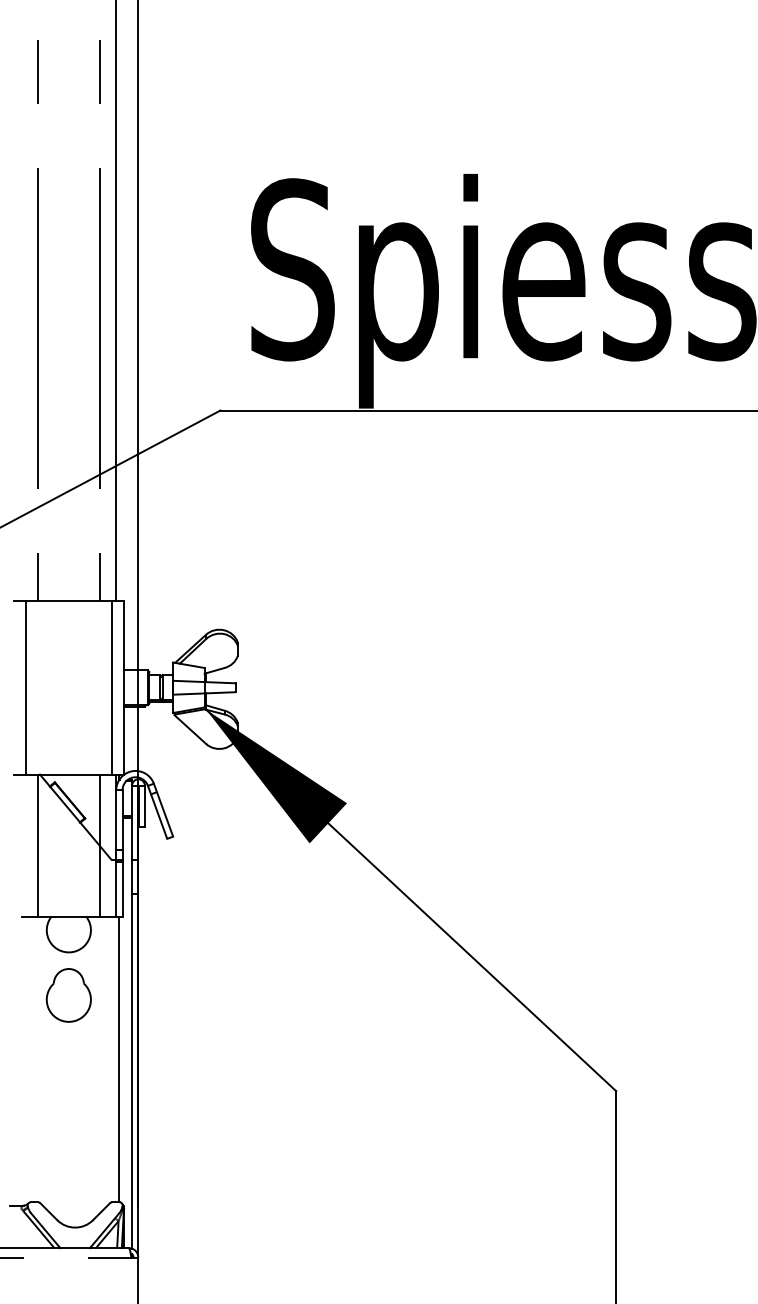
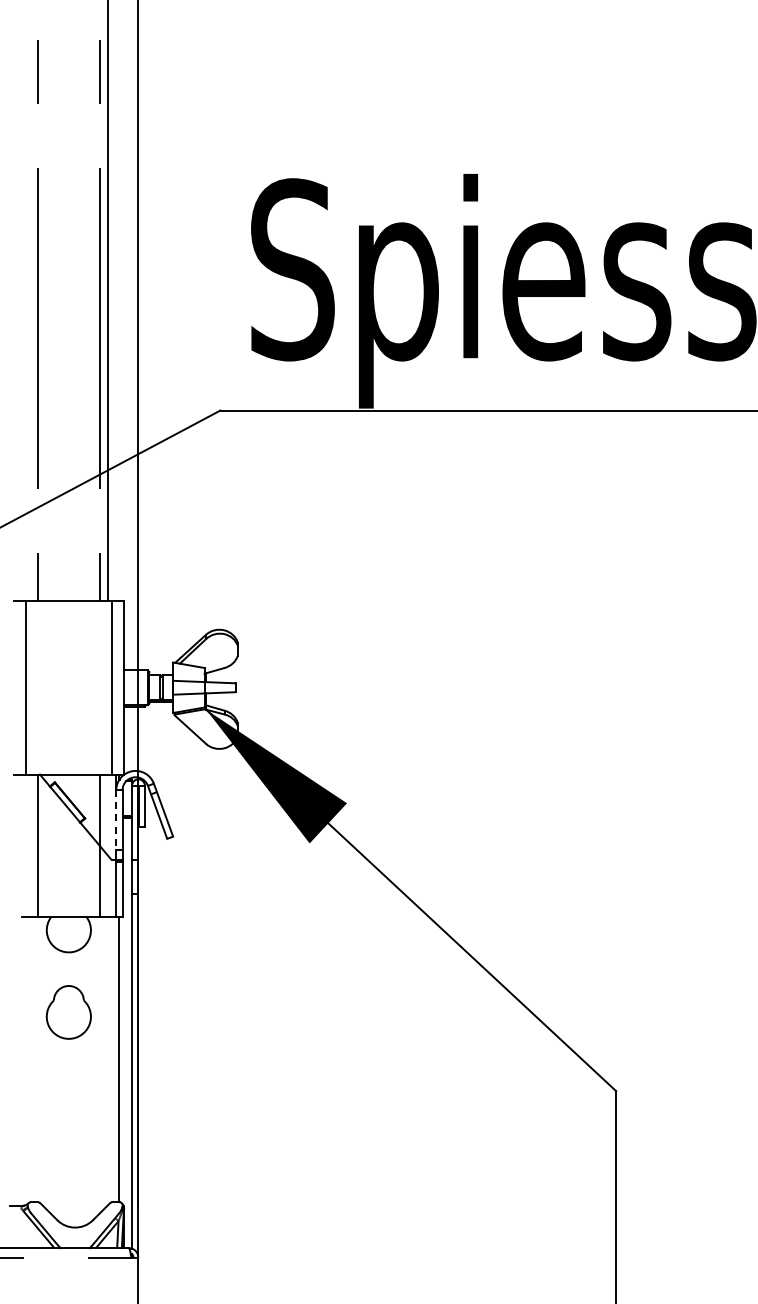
line at (116, 301) position: (116, 301) -> (108, 301)
line at (116, 820): solid -> dashed
part at (68, 995) position: (68, 995) -> (68, 1012)
